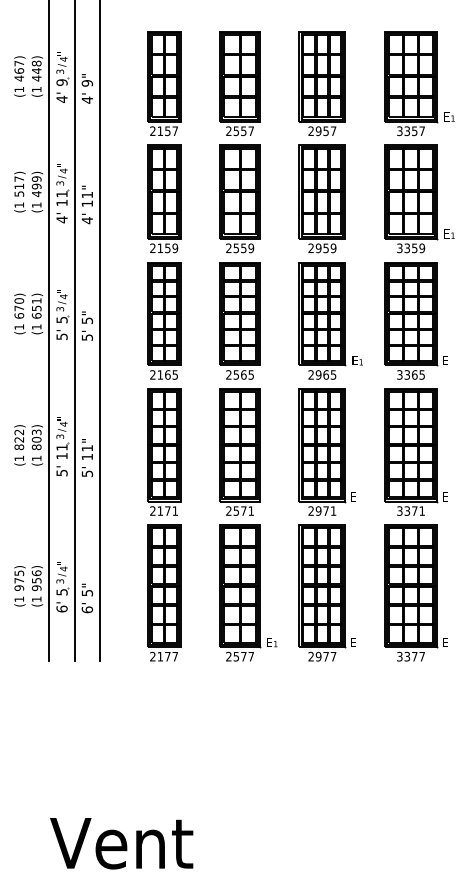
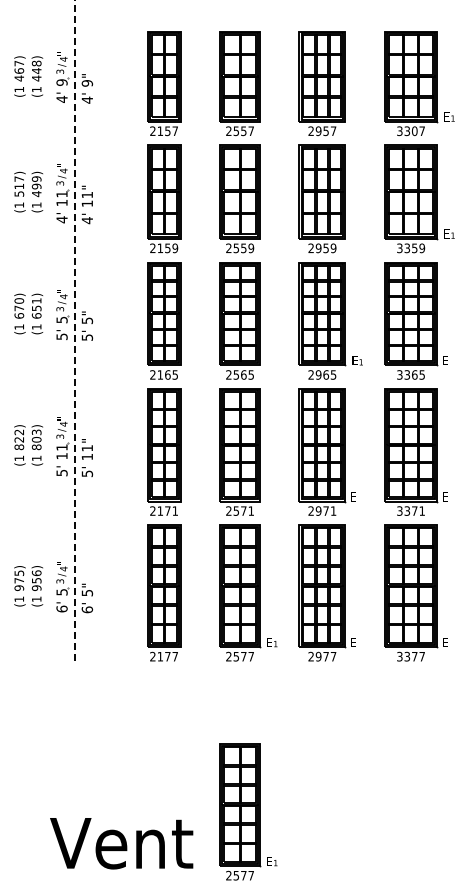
text at (414, 131): 3357 -> 3307
line at (74, 330): solid -> dashed
line at (49, 331): present -> none
line at (100, 331): present -> none
part at (248, 811): none -> present
